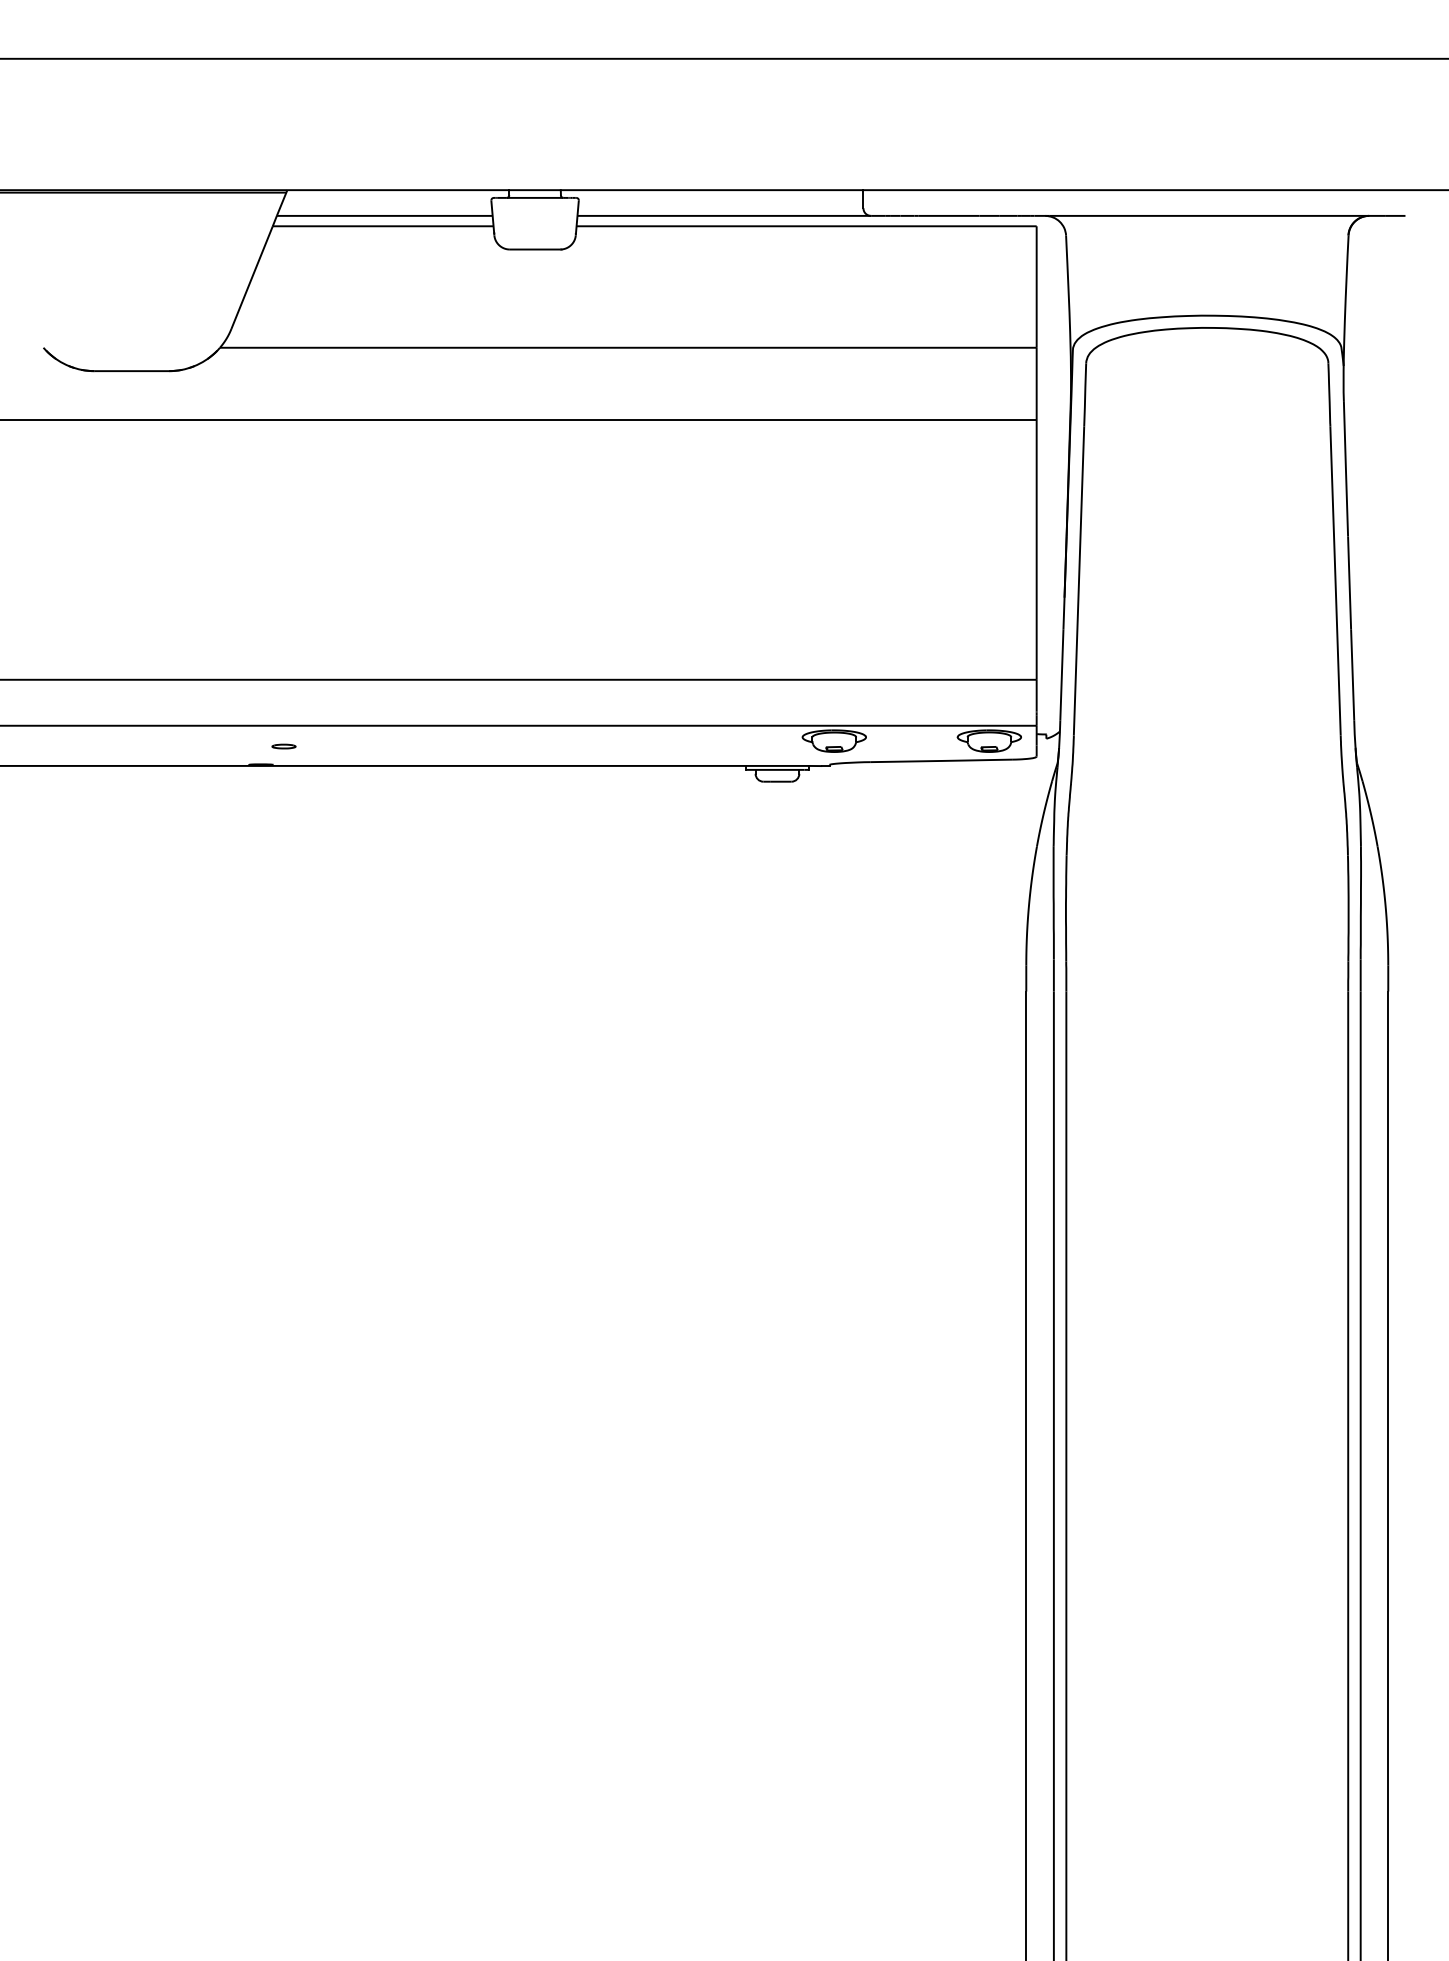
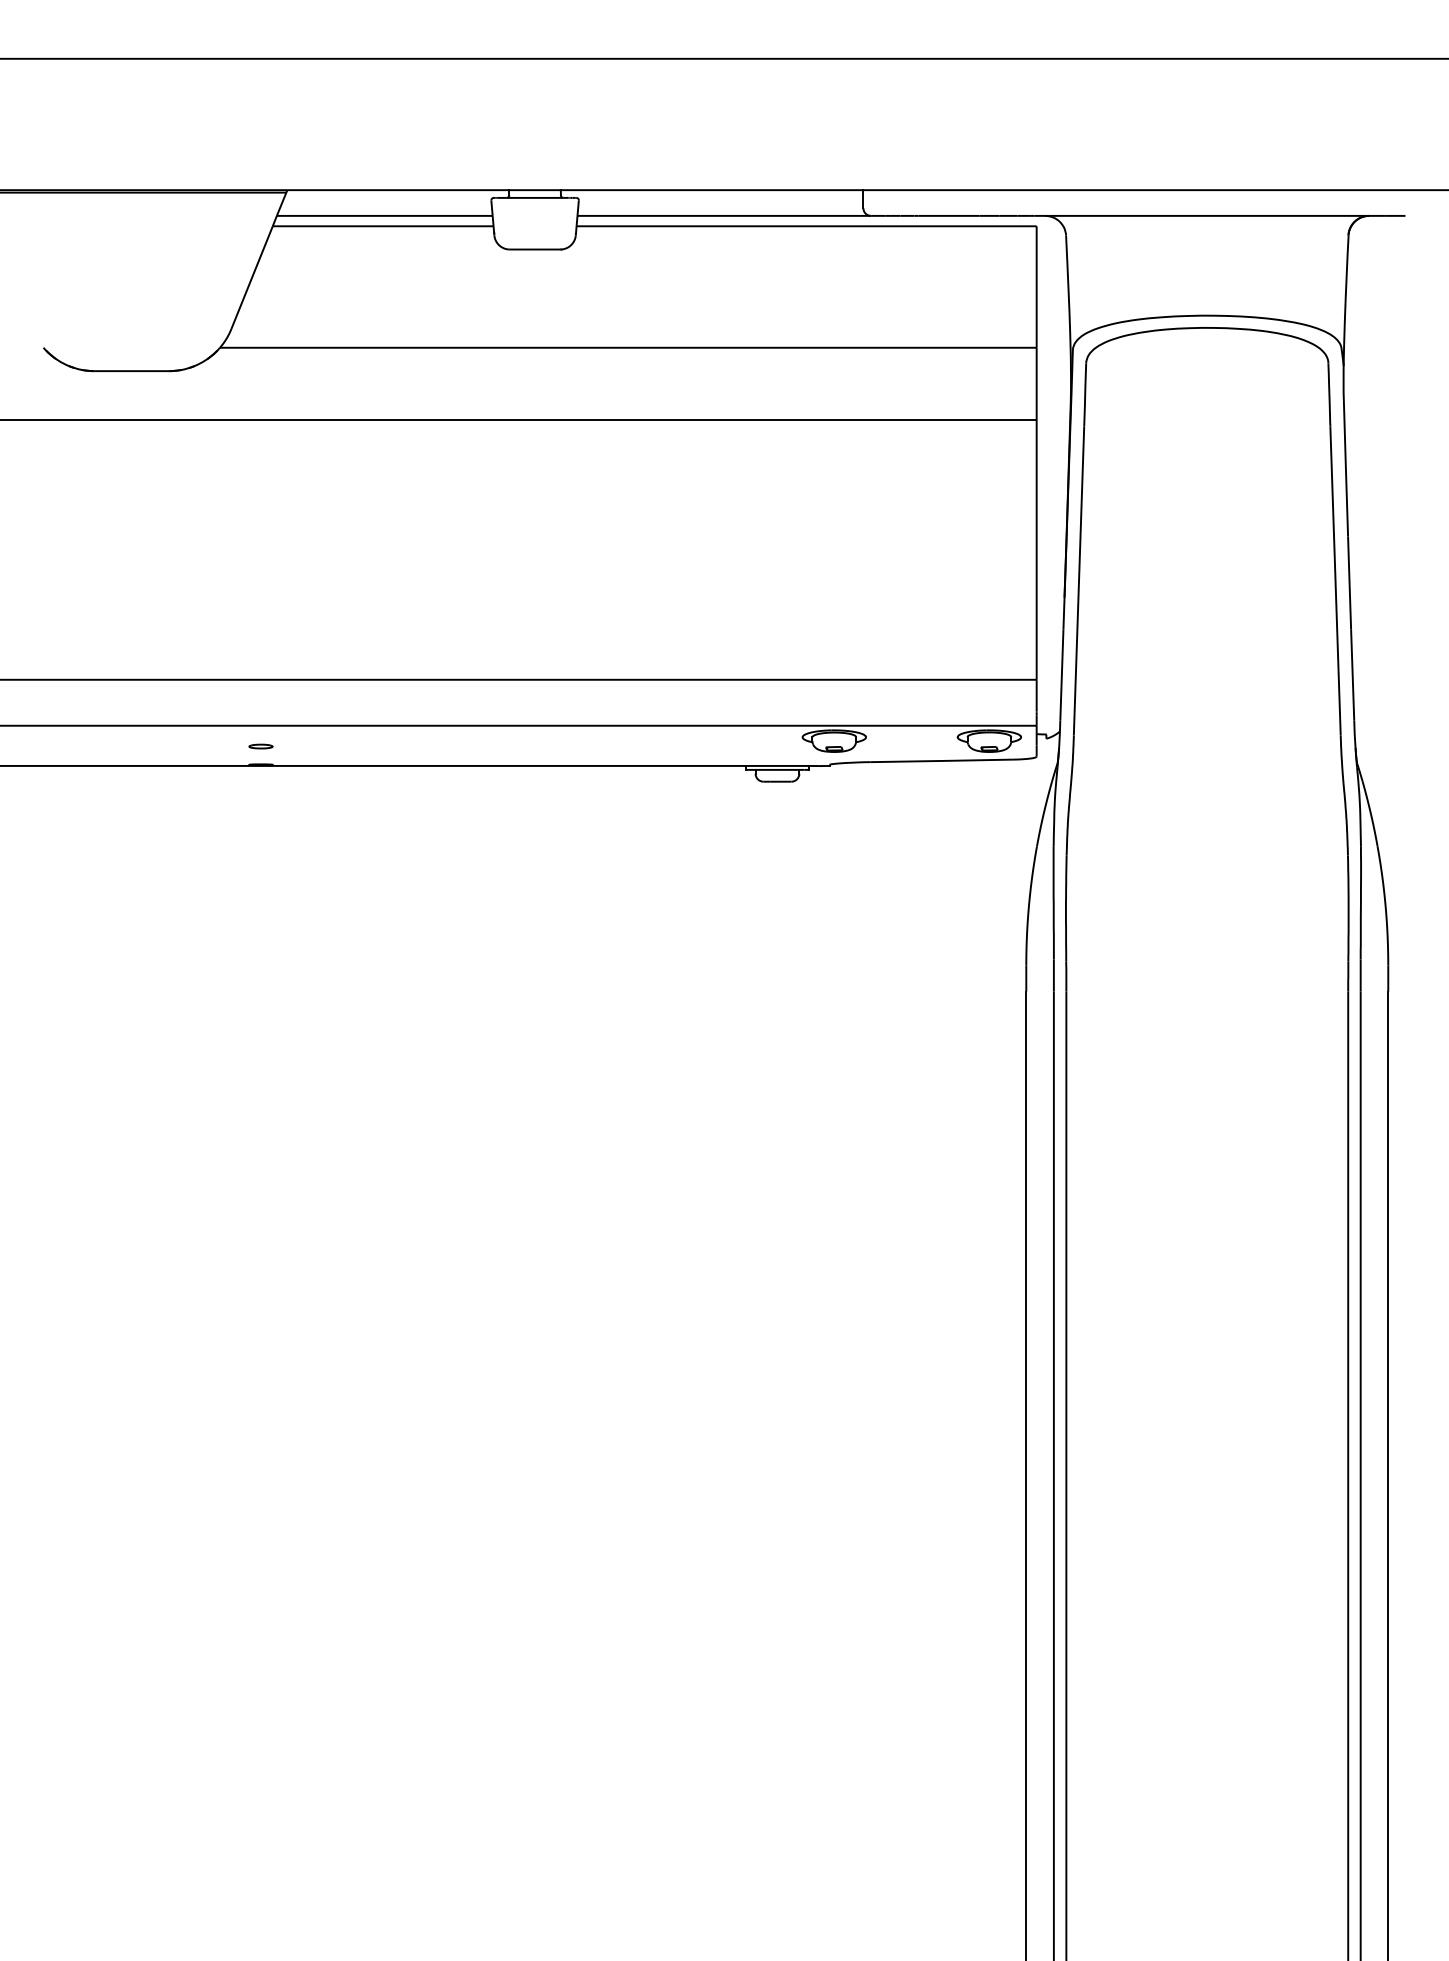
part at (283, 746) position: (283, 746) -> (260, 746)
